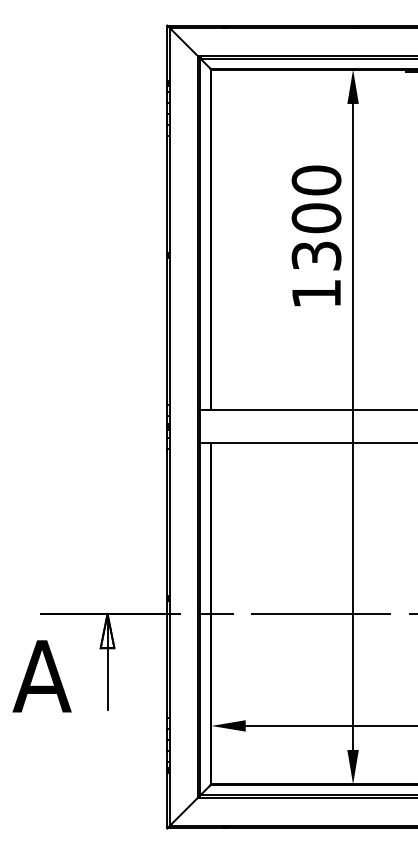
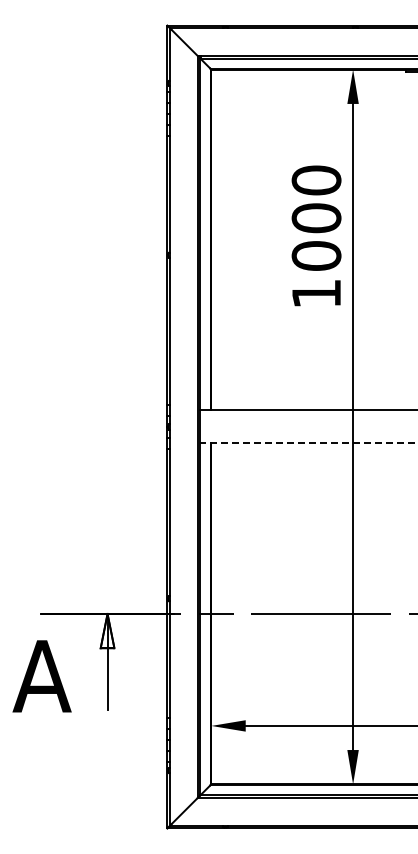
text at (316, 255): 1300 -> 1000
line at (308, 443): solid -> dashed
